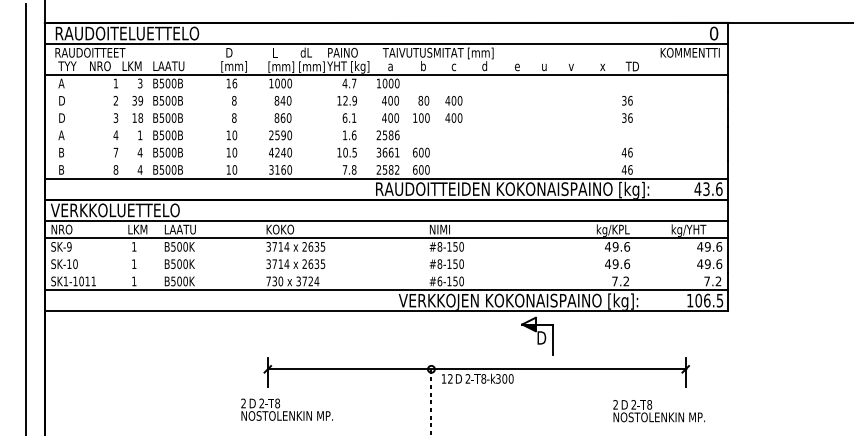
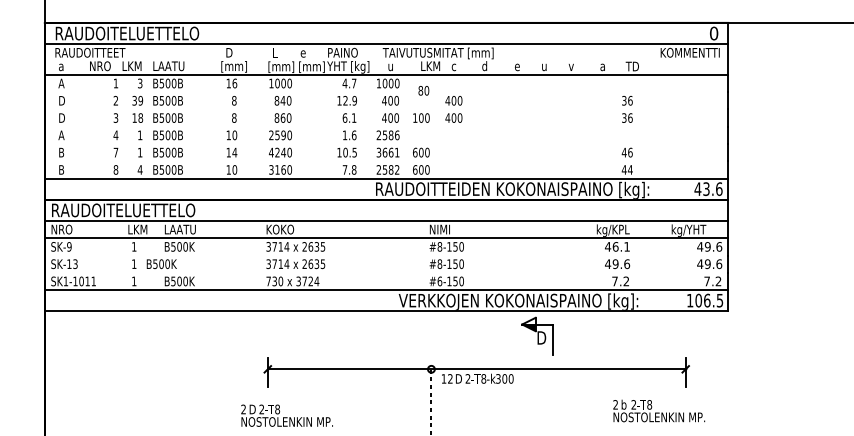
text at (306, 52): dL -> e
text at (67, 66): TYY -> a
text at (390, 66): a -> u
text at (430, 66): b -> LKM
text at (602, 67): x -> a
text at (423, 100) position: (423, 100) -> (423, 90)
text at (139, 152): 4 -> 1
text at (234, 152): 10 -> 14
text at (629, 169): 46 -> 44
text at (123, 210): VERKKOLUETTELO -> RAUDOITELUETTELO
line at (25, 217): present -> none
text at (621, 246): 49.6 -> 46.1
text at (75, 263): SK-10 -> SK-13
text at (179, 263) position: (179, 263) -> (161, 263)
text at (624, 404): D -> b
text at (286, 409) position: (286, 409) -> (286, 415)
